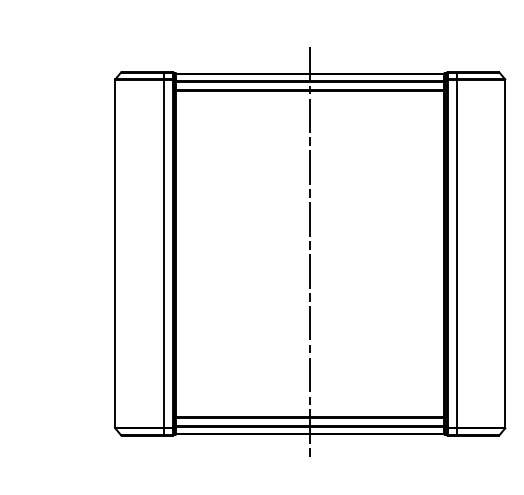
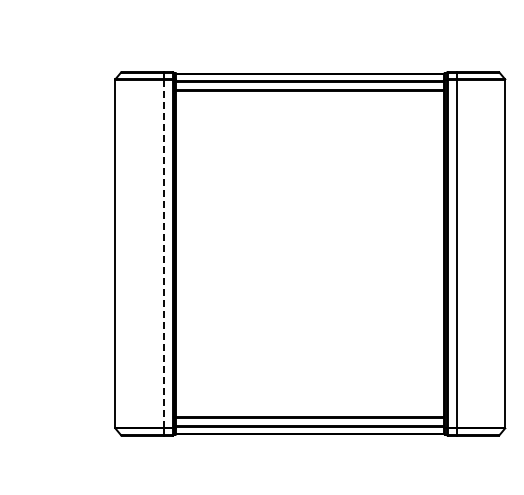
line at (163, 253): solid -> dashed
line at (310, 253): present -> none
